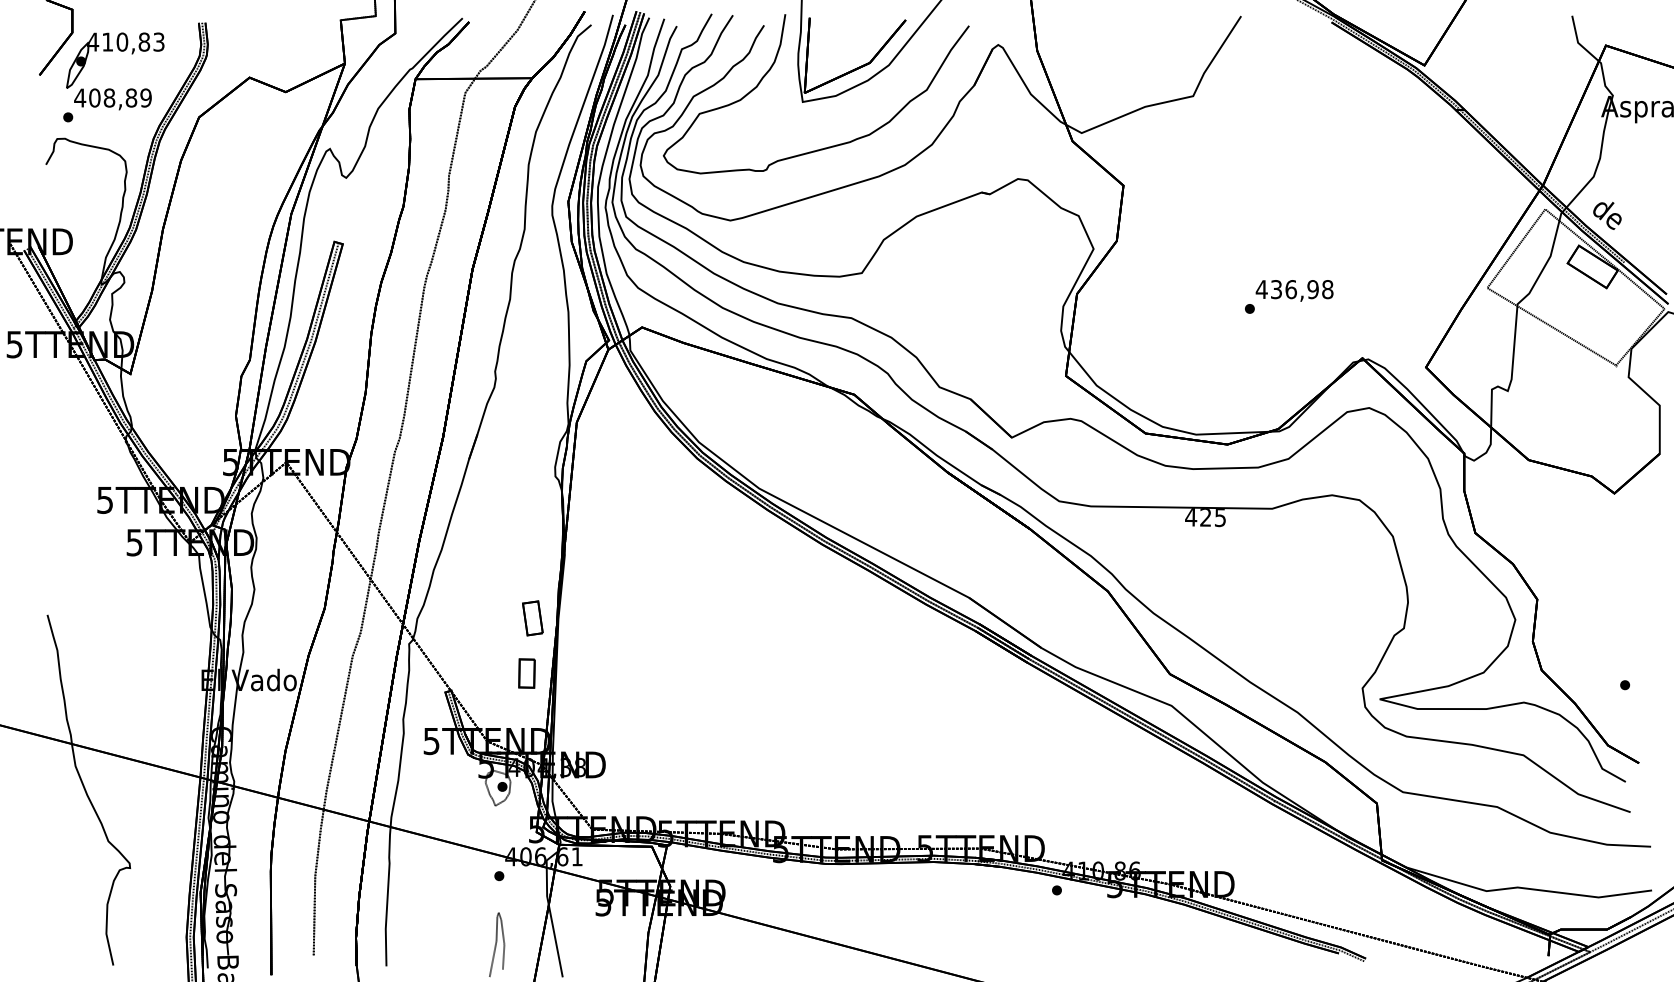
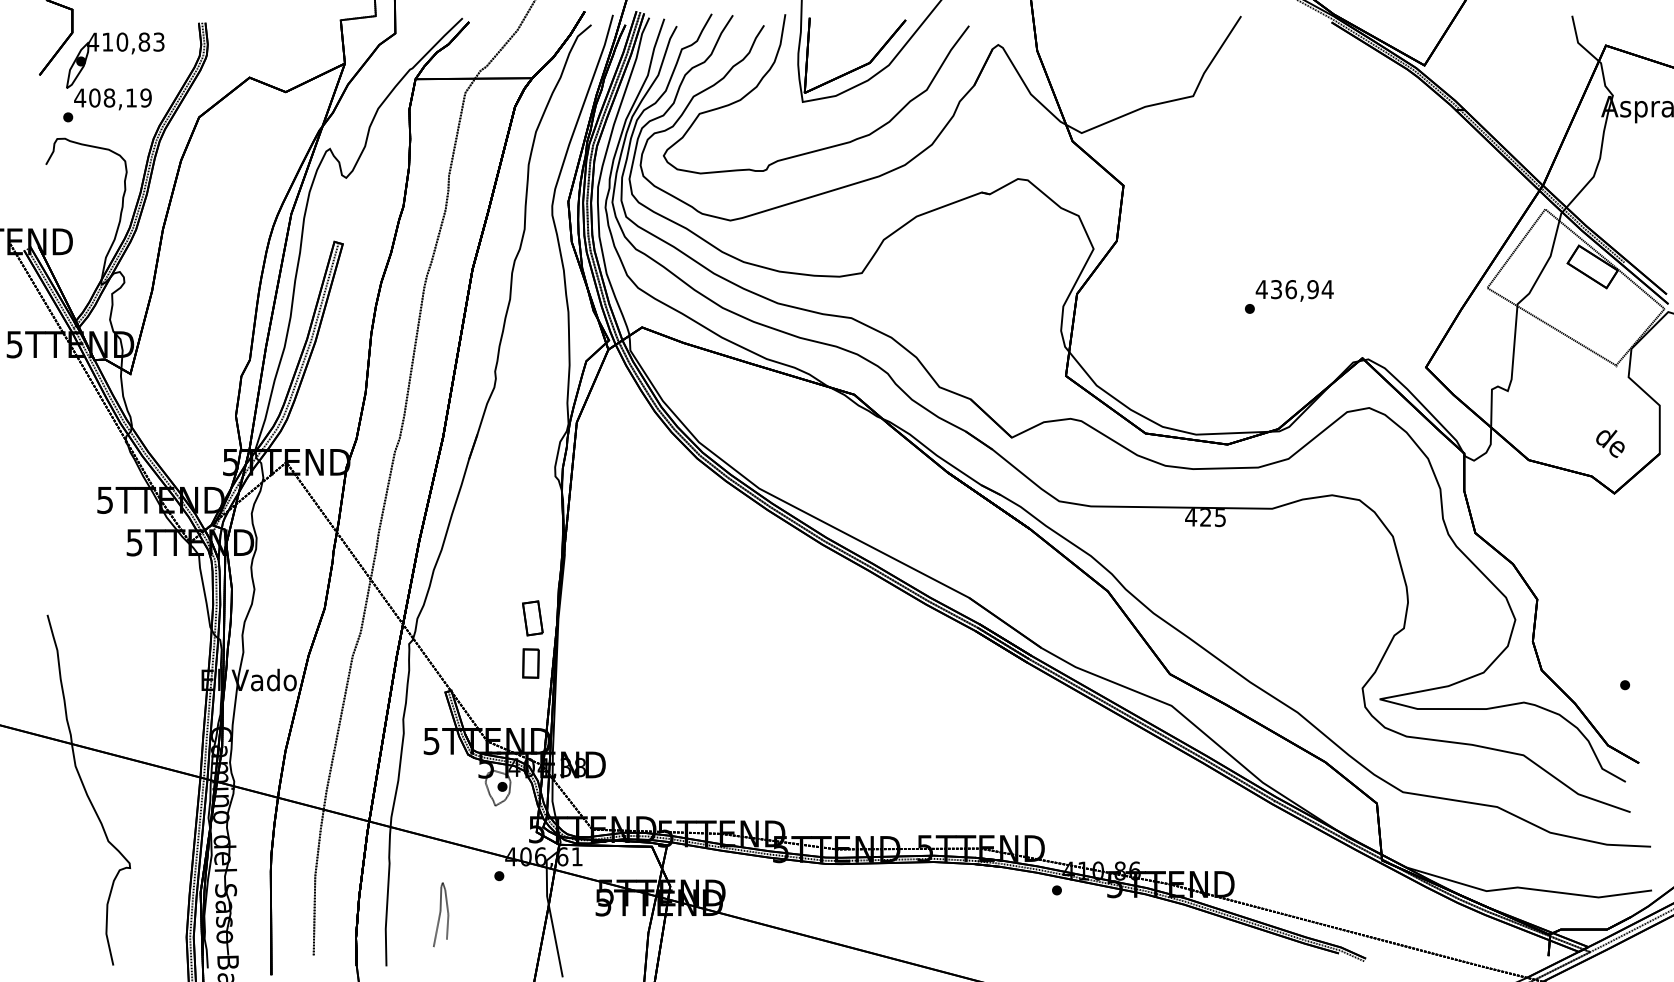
text at (131, 97): 408,89 -> 408,19
text at (1607, 215) position: (1607, 215) -> (1610, 443)
text at (1327, 289): 436,98 -> 436,94
part at (526, 673) position: (526, 673) -> (530, 663)
curve at (496, 944) position: (496, 944) -> (440, 914)
